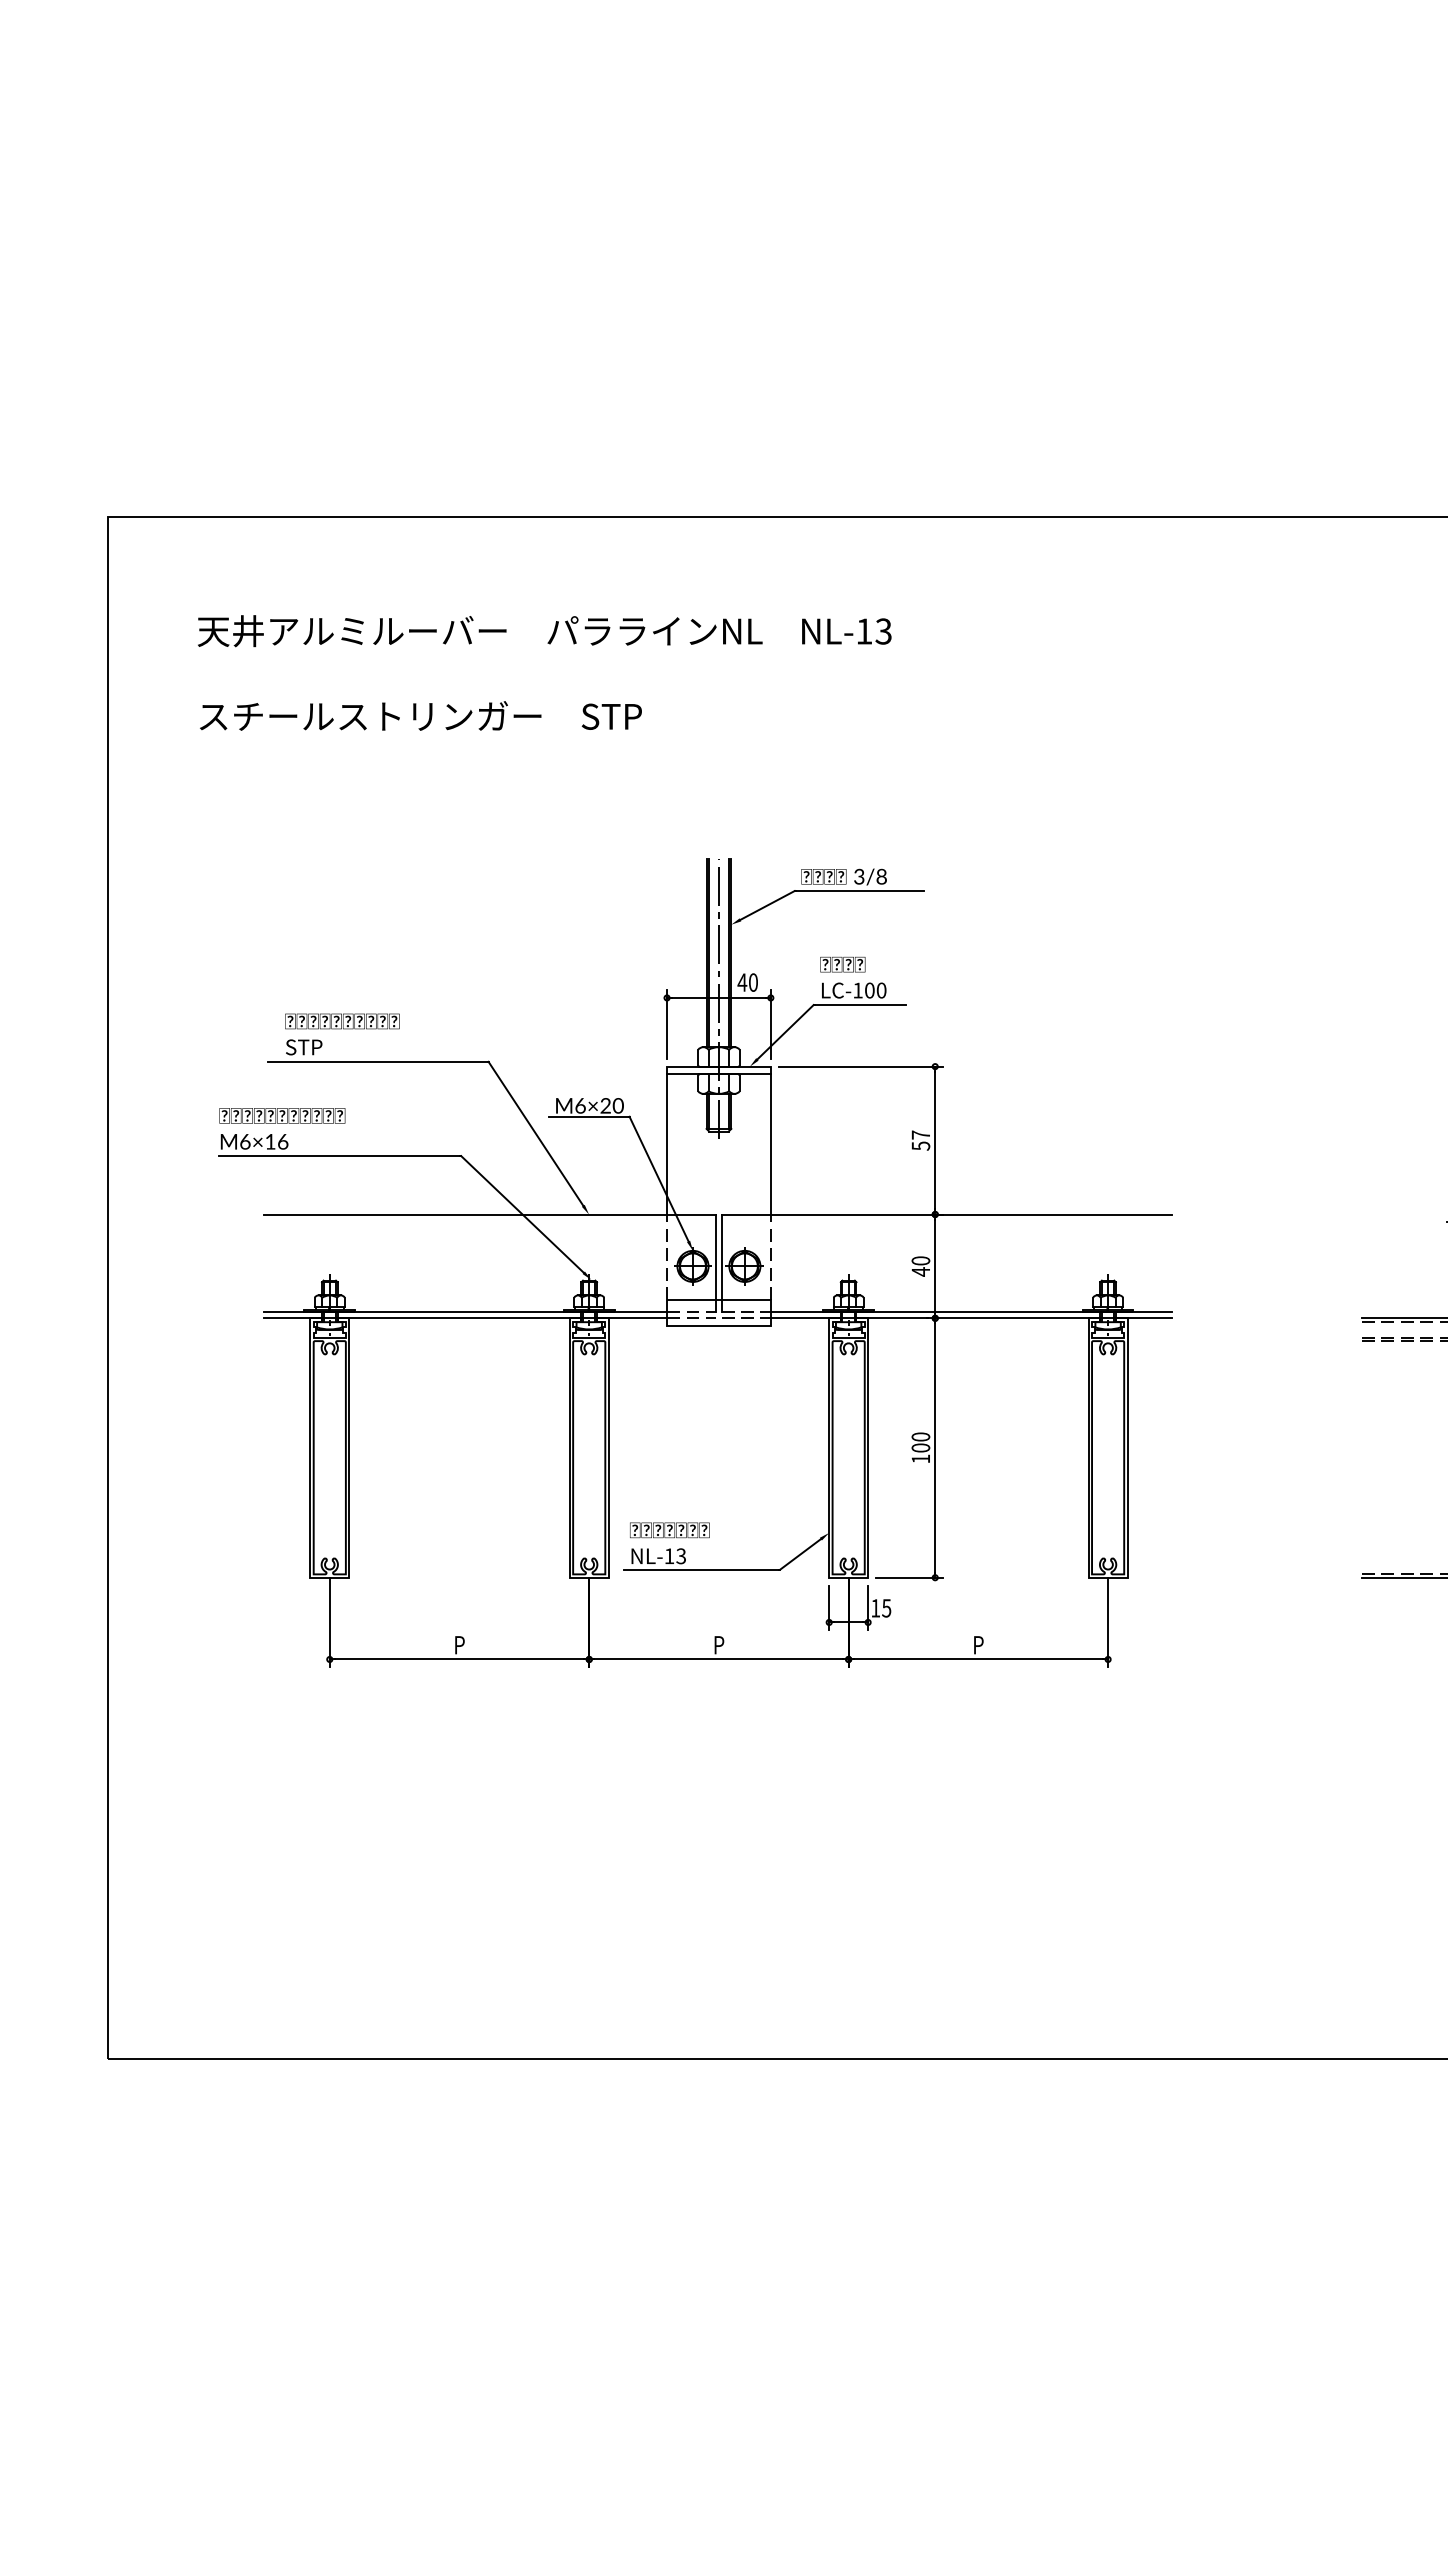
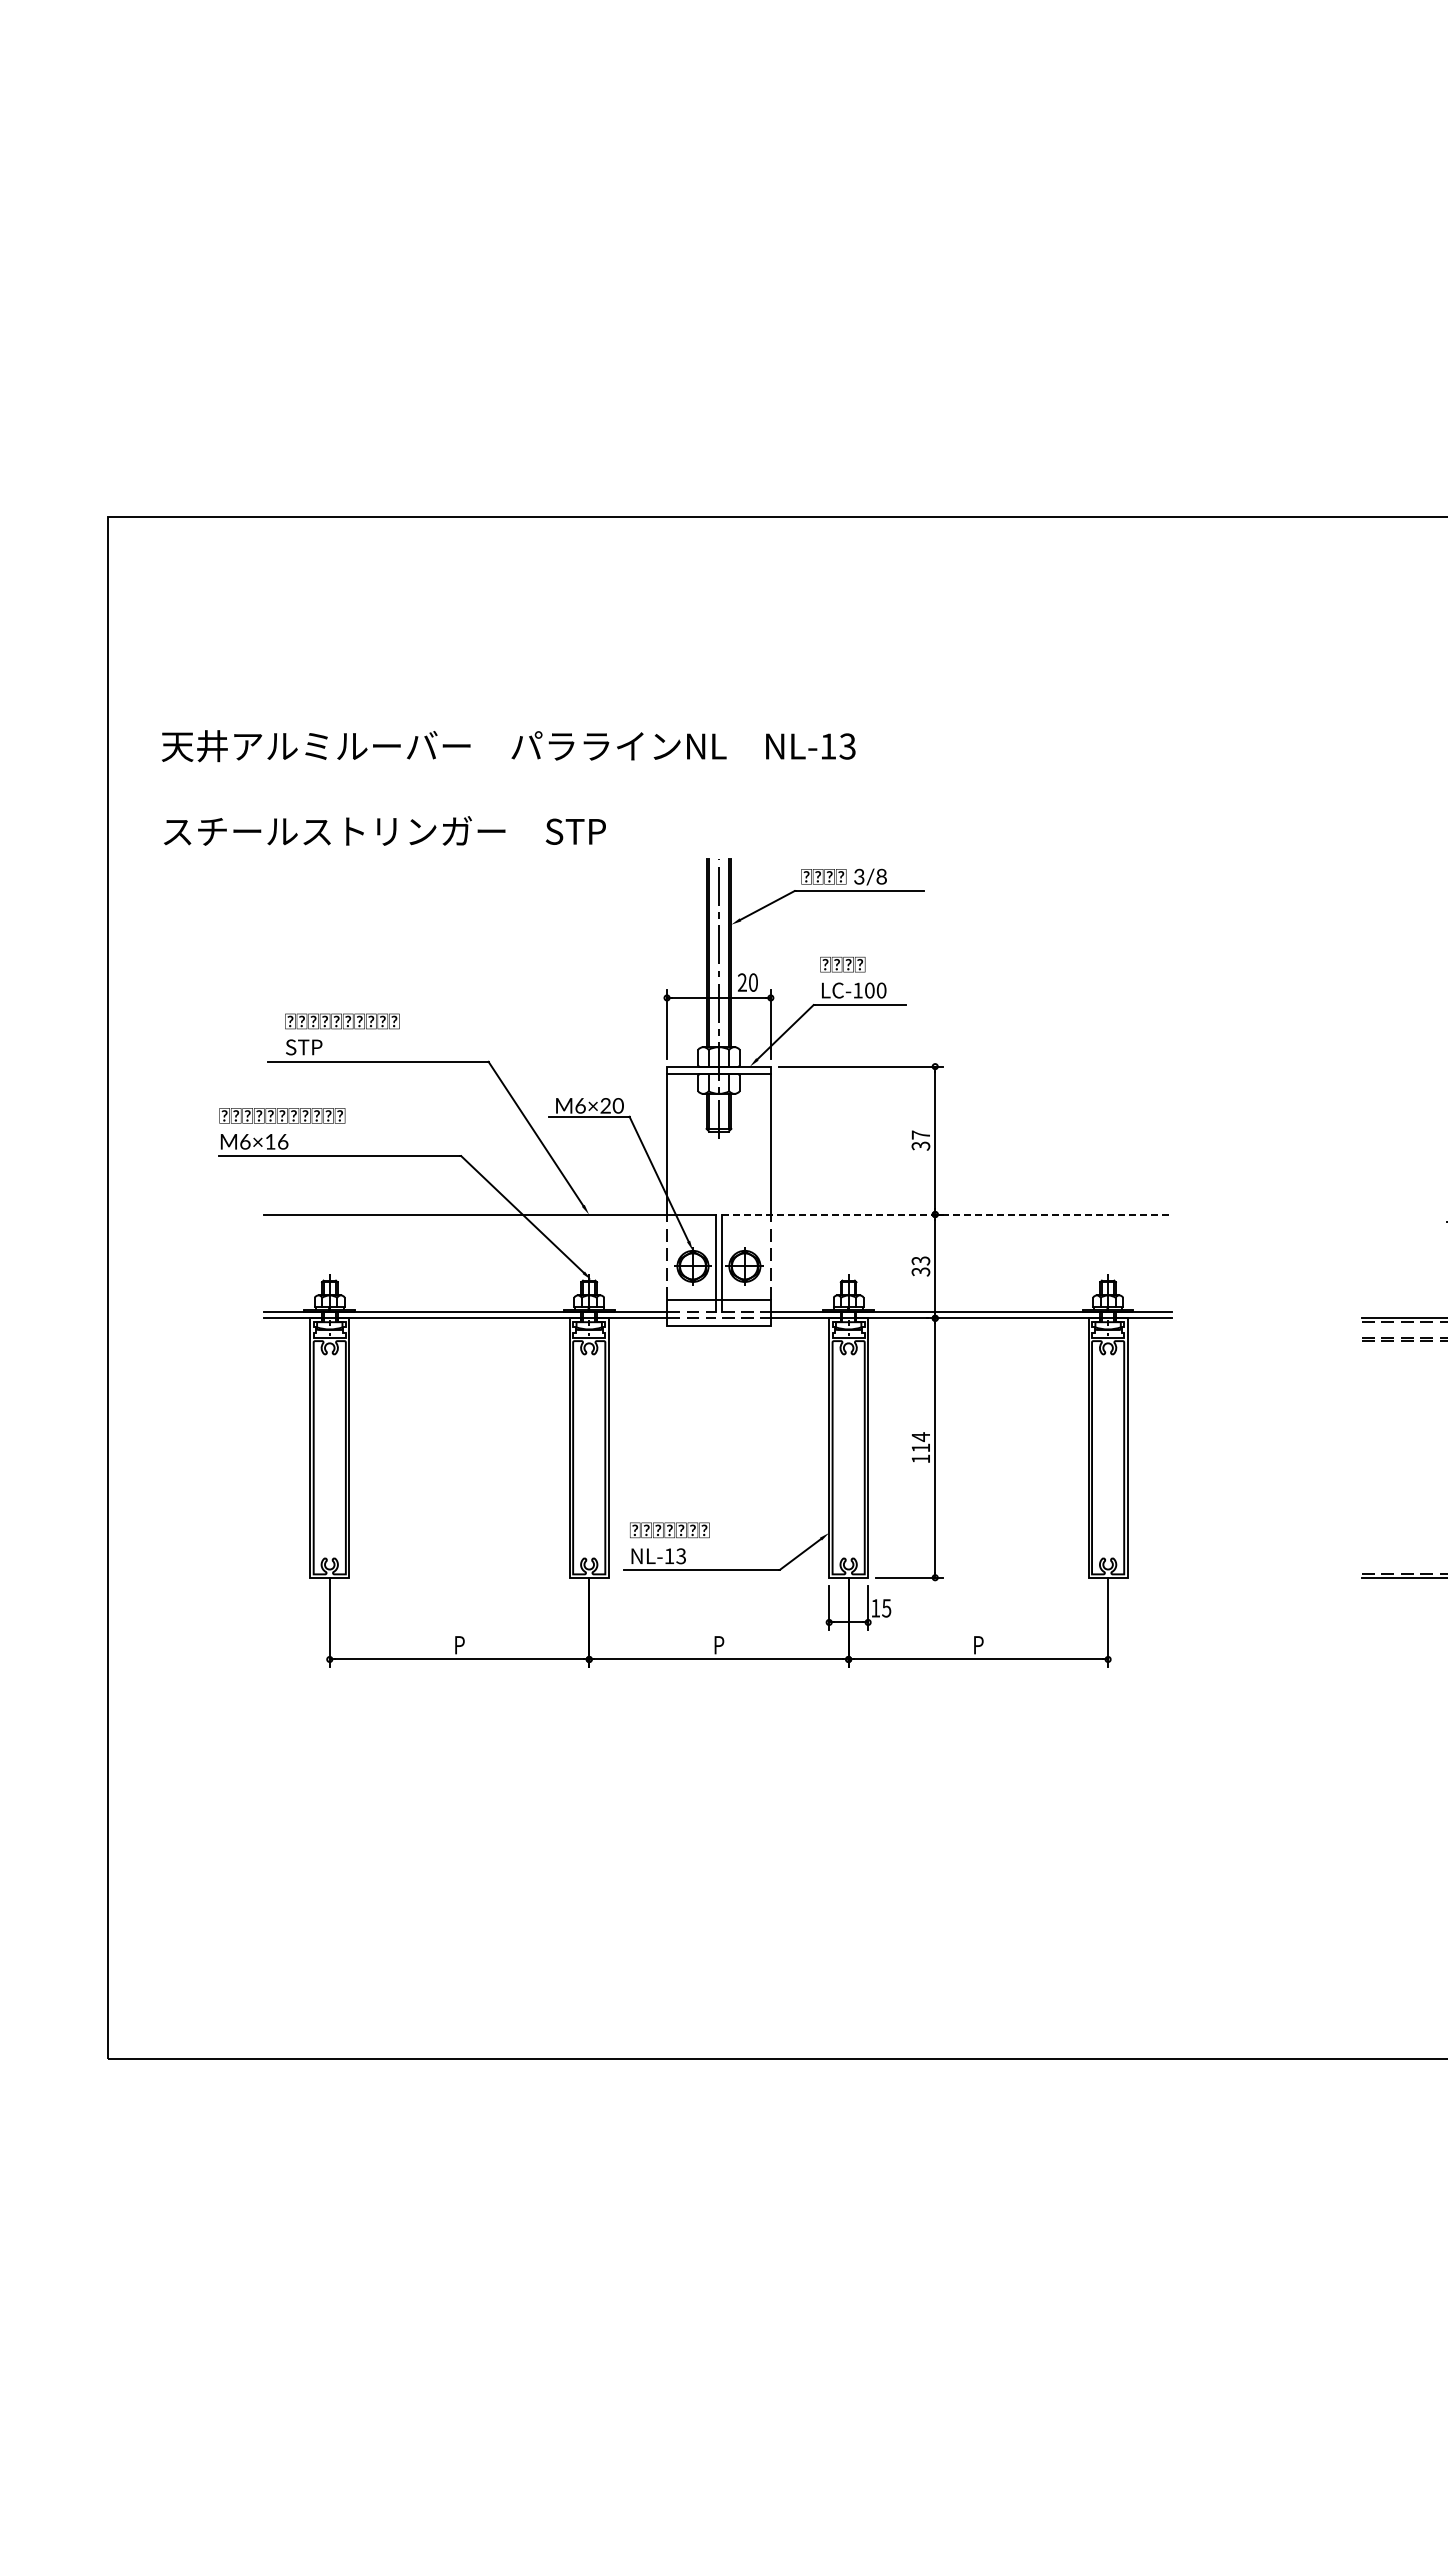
text at (544, 672) position: (544, 672) -> (508, 787)
text at (742, 982): 40 -> 20
text at (920, 1145): 57 -> 37
line at (947, 1214): solid -> dashed
text at (920, 1266): 40 -> 33
text at (920, 1442): 100 -> 114
